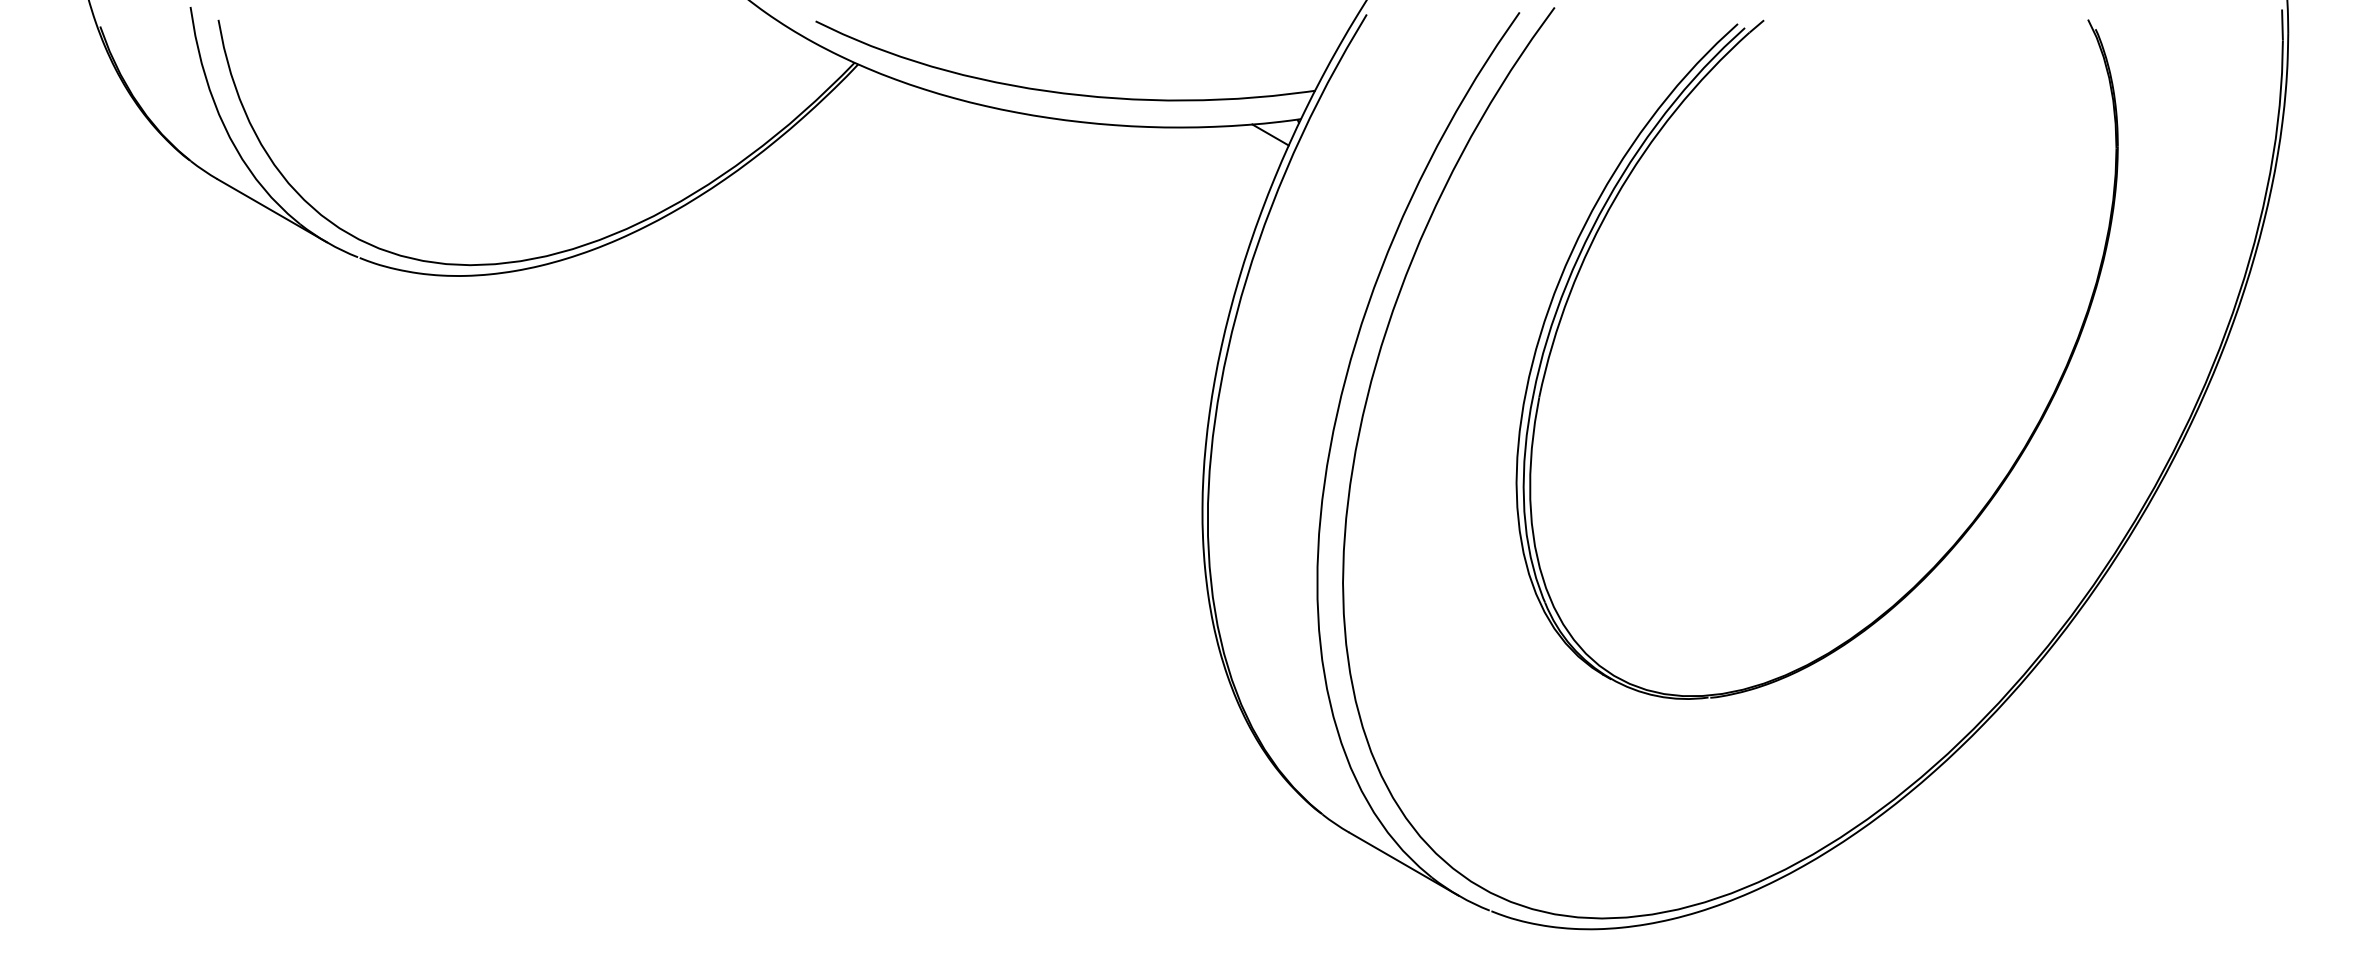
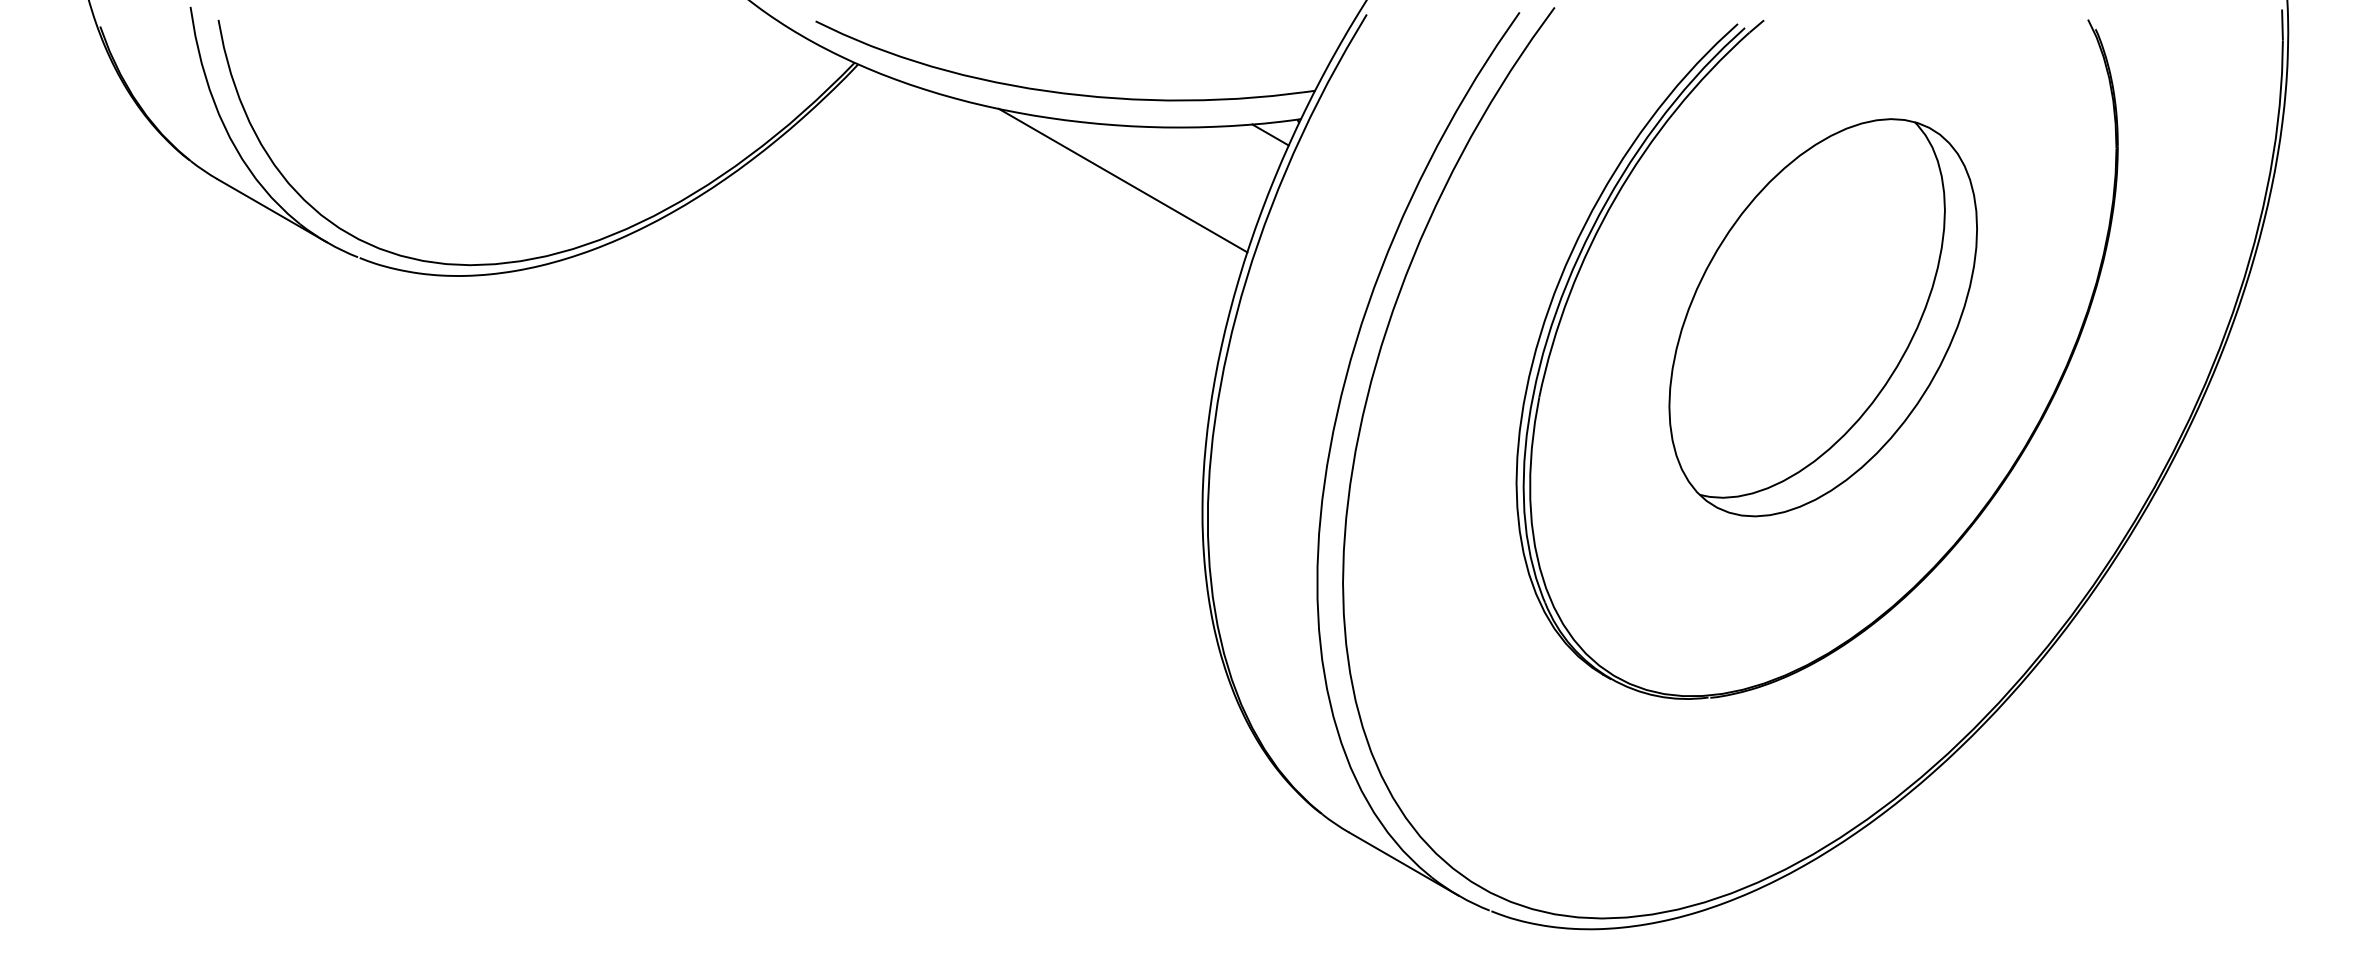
line at (1122, 180): none -> present
part at (1822, 317): none -> present
